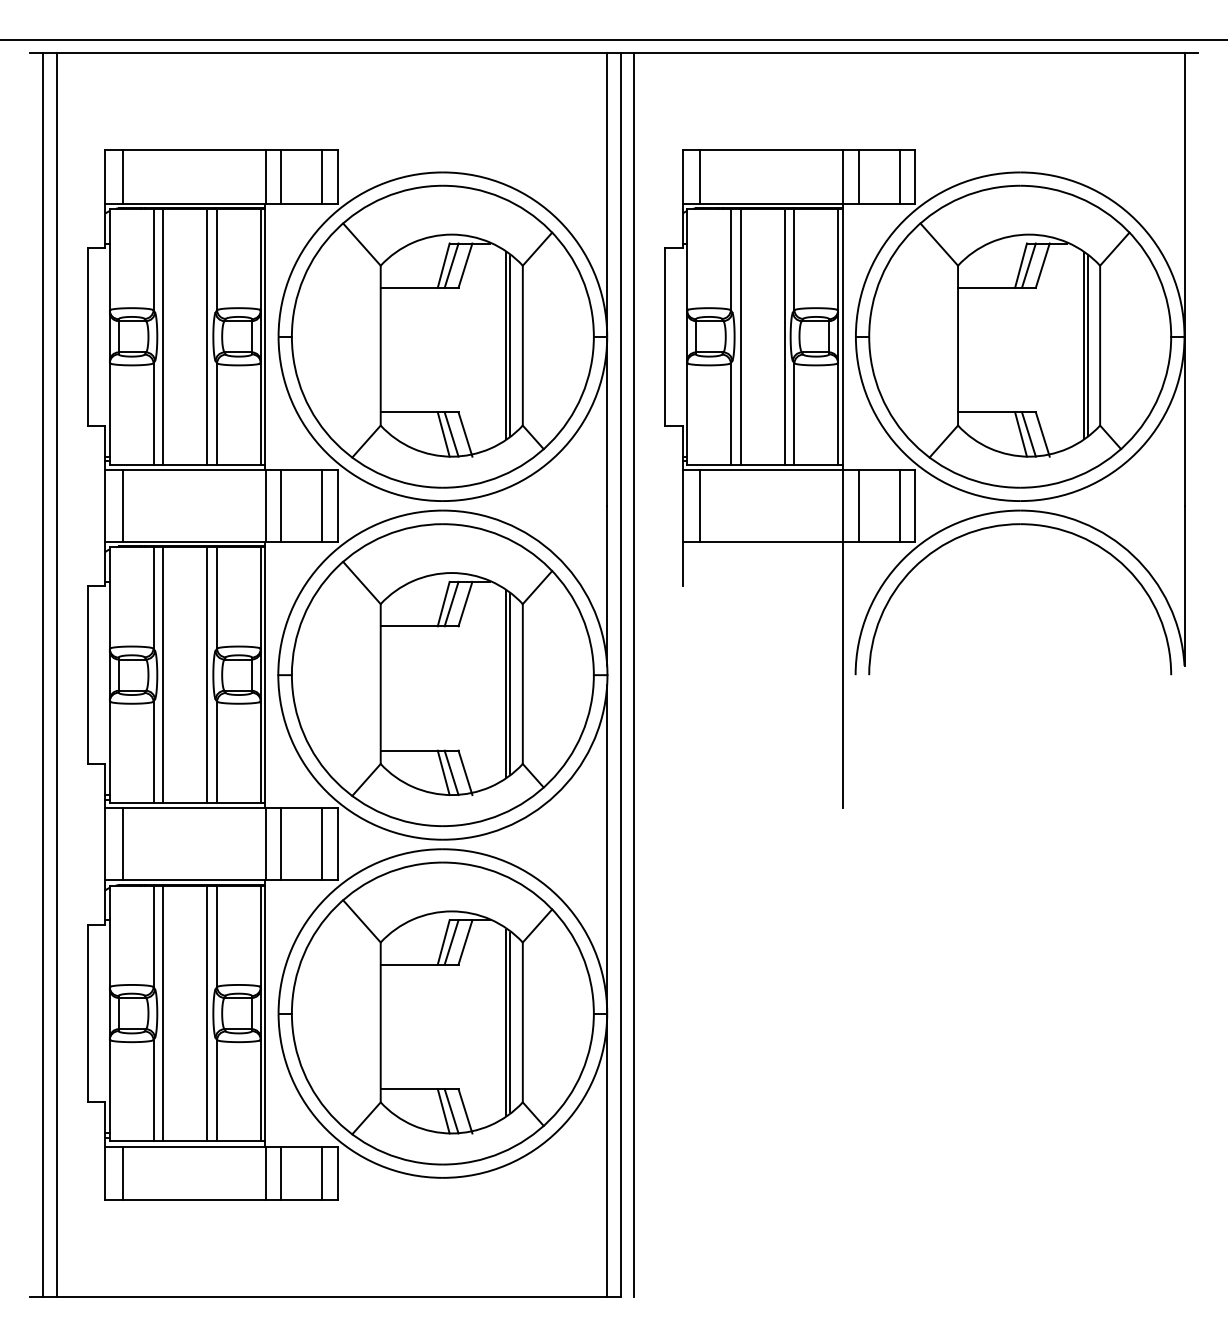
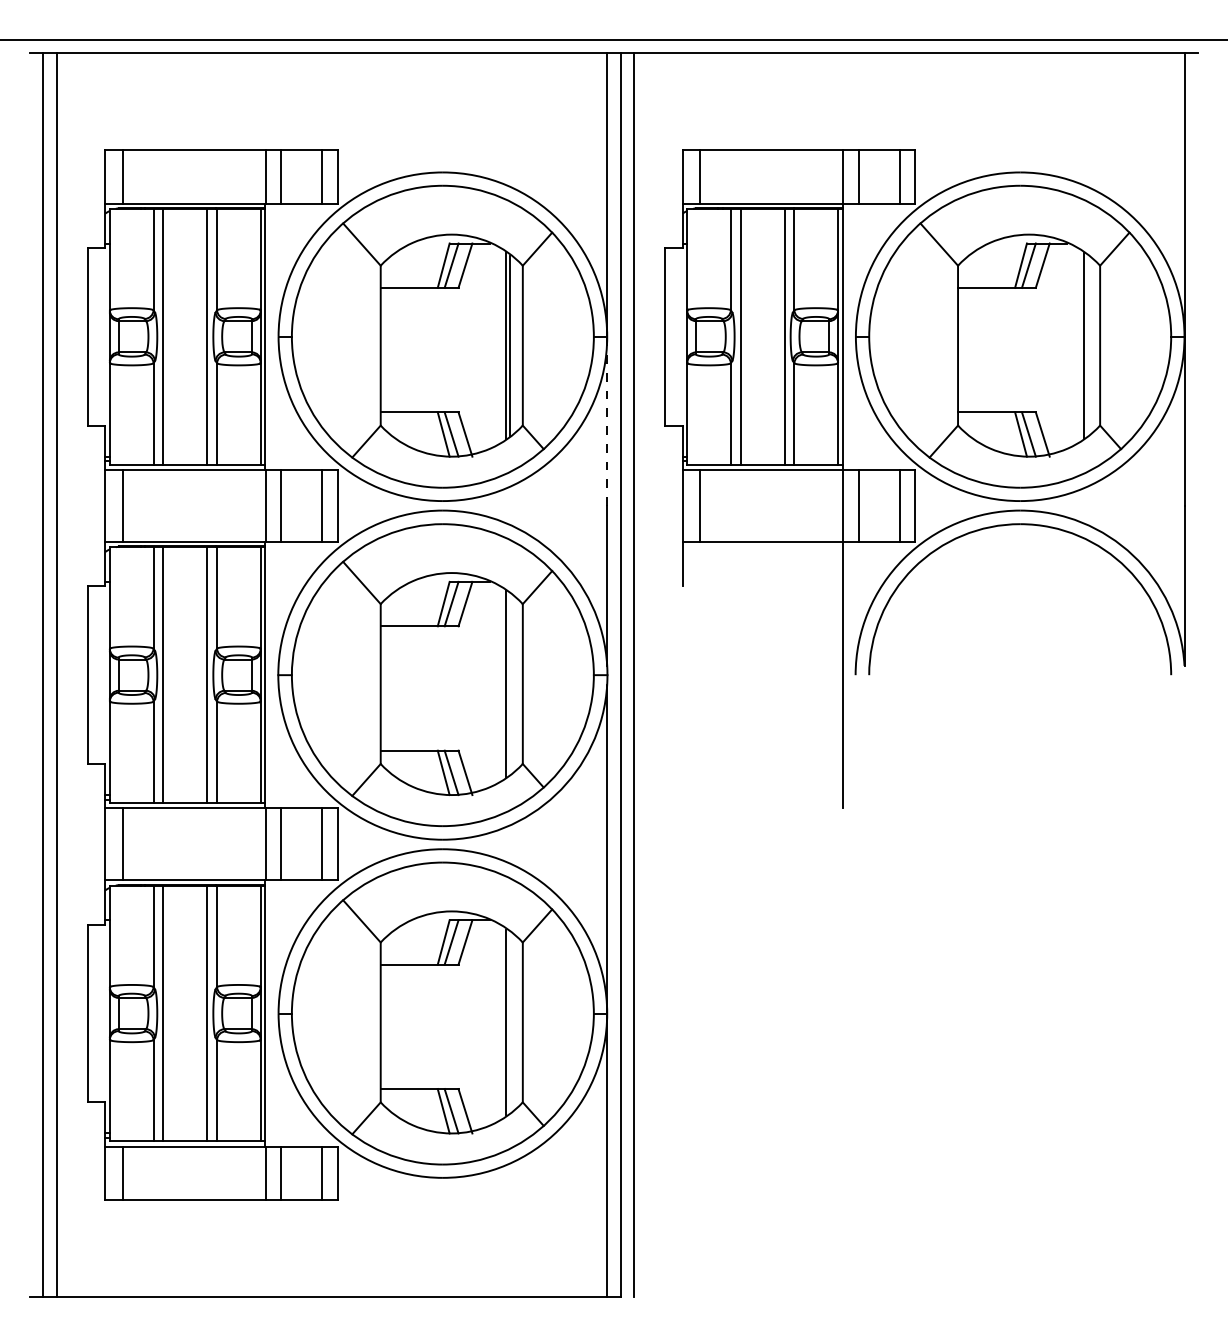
line at (1087, 345): present -> none
line at (607, 421): solid -> dashed
line at (510, 683): present -> none
line at (510, 1022): present -> none
